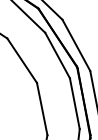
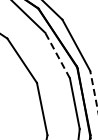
line at (57, 55): solid -> dashed
line at (94, 90): solid -> dashed
